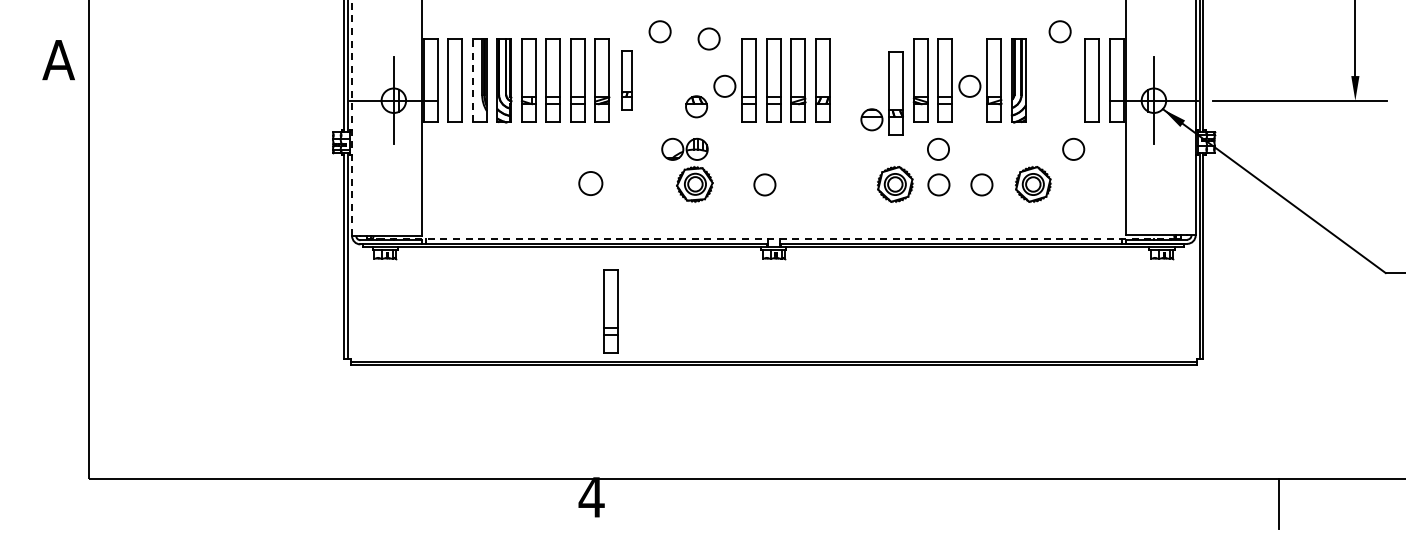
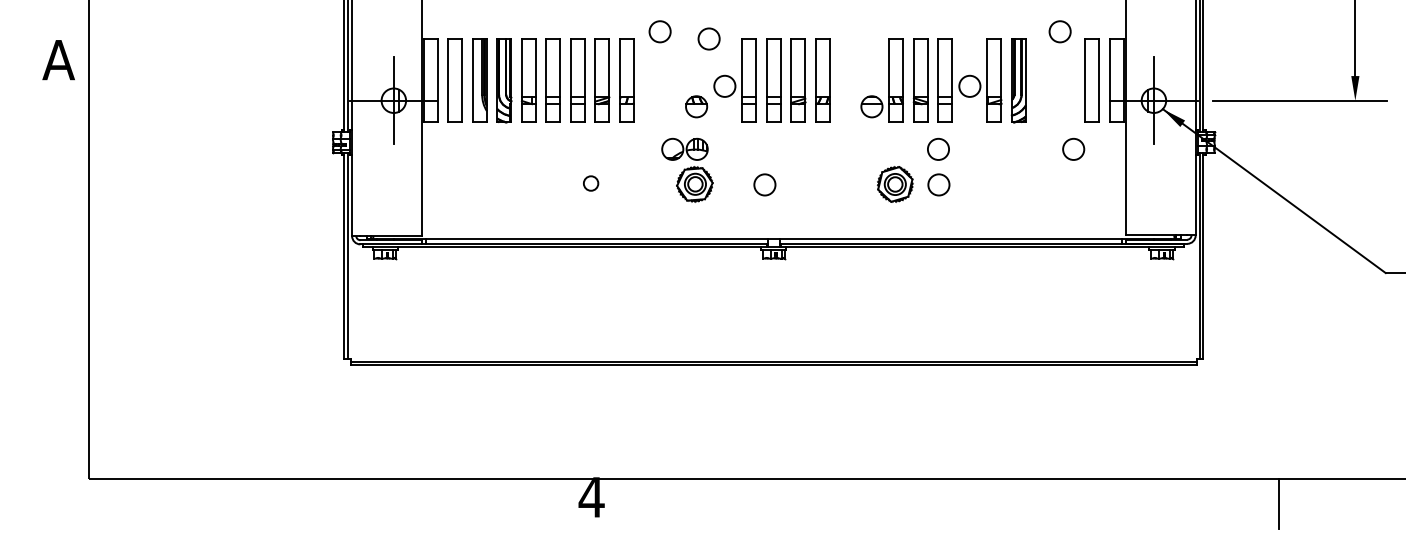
line at (472, 80): dashed -> solid
part at (626, 80) size: 12x61 px -> 16x85 px
part at (888, 93) position: (888, 93) -> (888, 80)
line at (352, 118): dashed -> solid
circle at (590, 183) size: 26x25 px -> 17x17 px
circle at (981, 184): present -> none
part at (1033, 184): present -> none
line at (773, 239): dashed -> solid
part at (610, 311): present -> none
